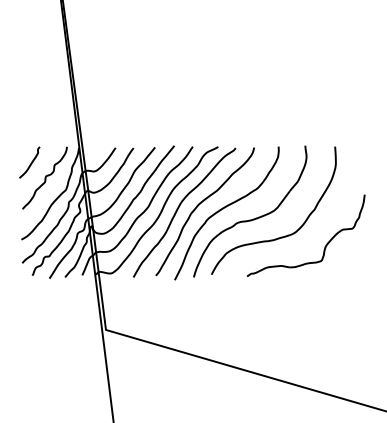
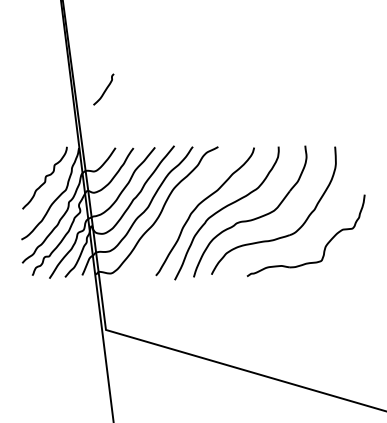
curve at (30, 163) position: (30, 163) -> (104, 90)
curve at (178, 209): present -> none
